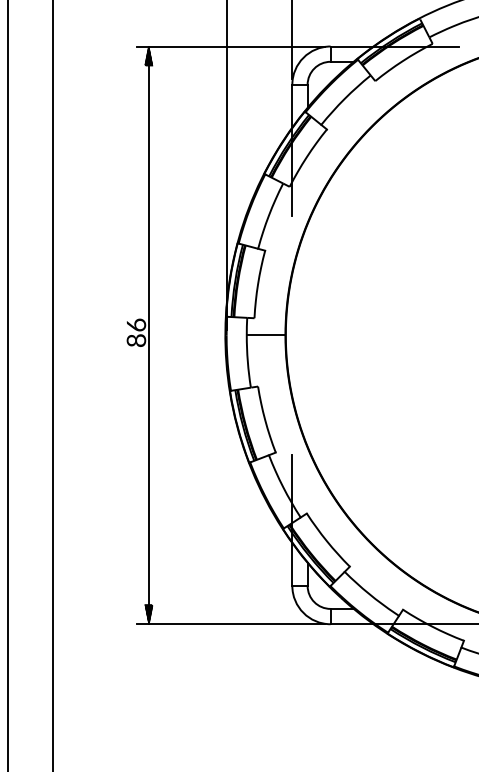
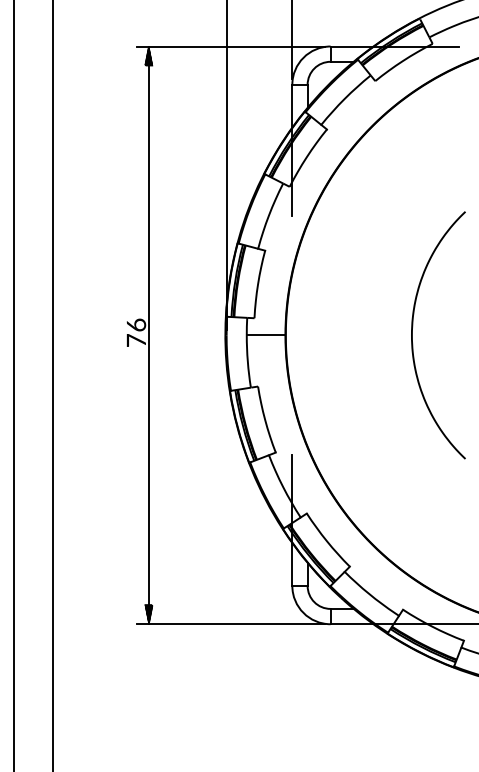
curve at (412, 335): none -> present
text at (136, 340): 86 -> 76
line at (8, 385) position: (8, 385) -> (14, 385)
